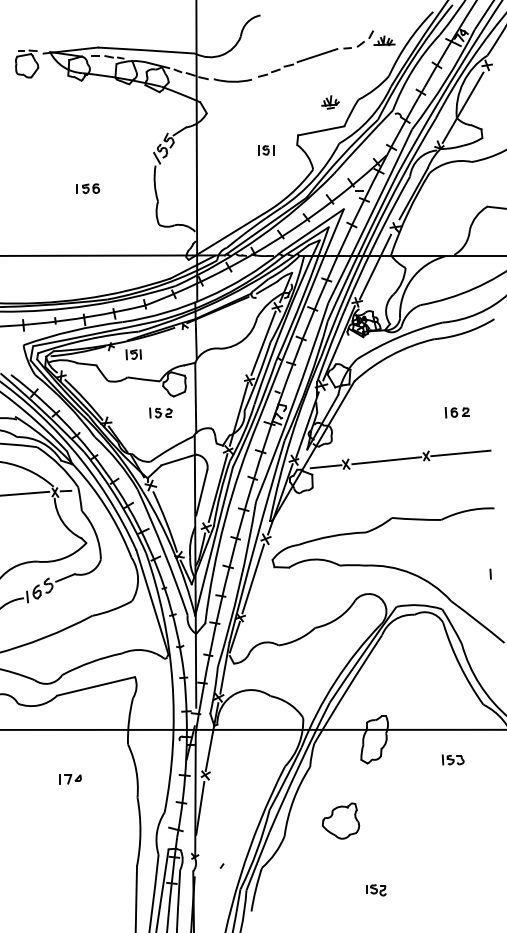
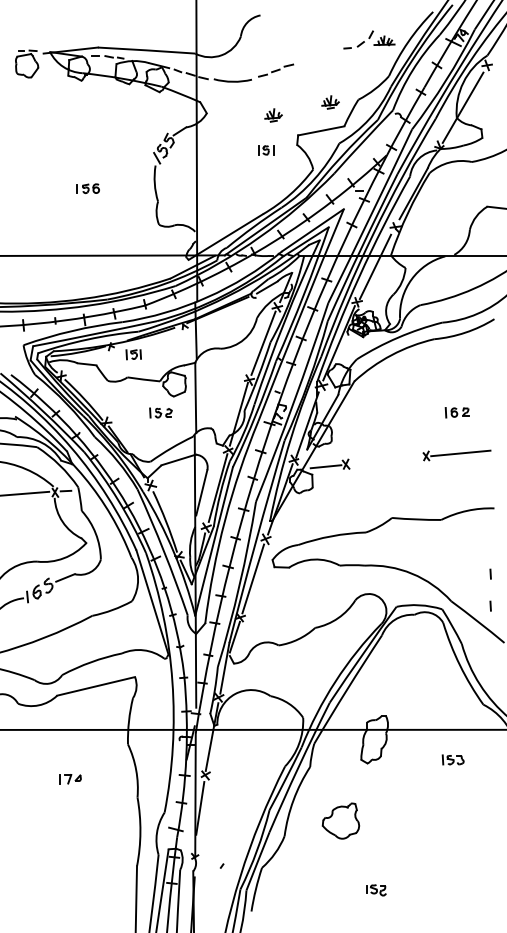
line at (317, 55): present -> none
part at (273, 115): none -> present
line at (386, 460): present -> none
line at (490, 605): none -> present
